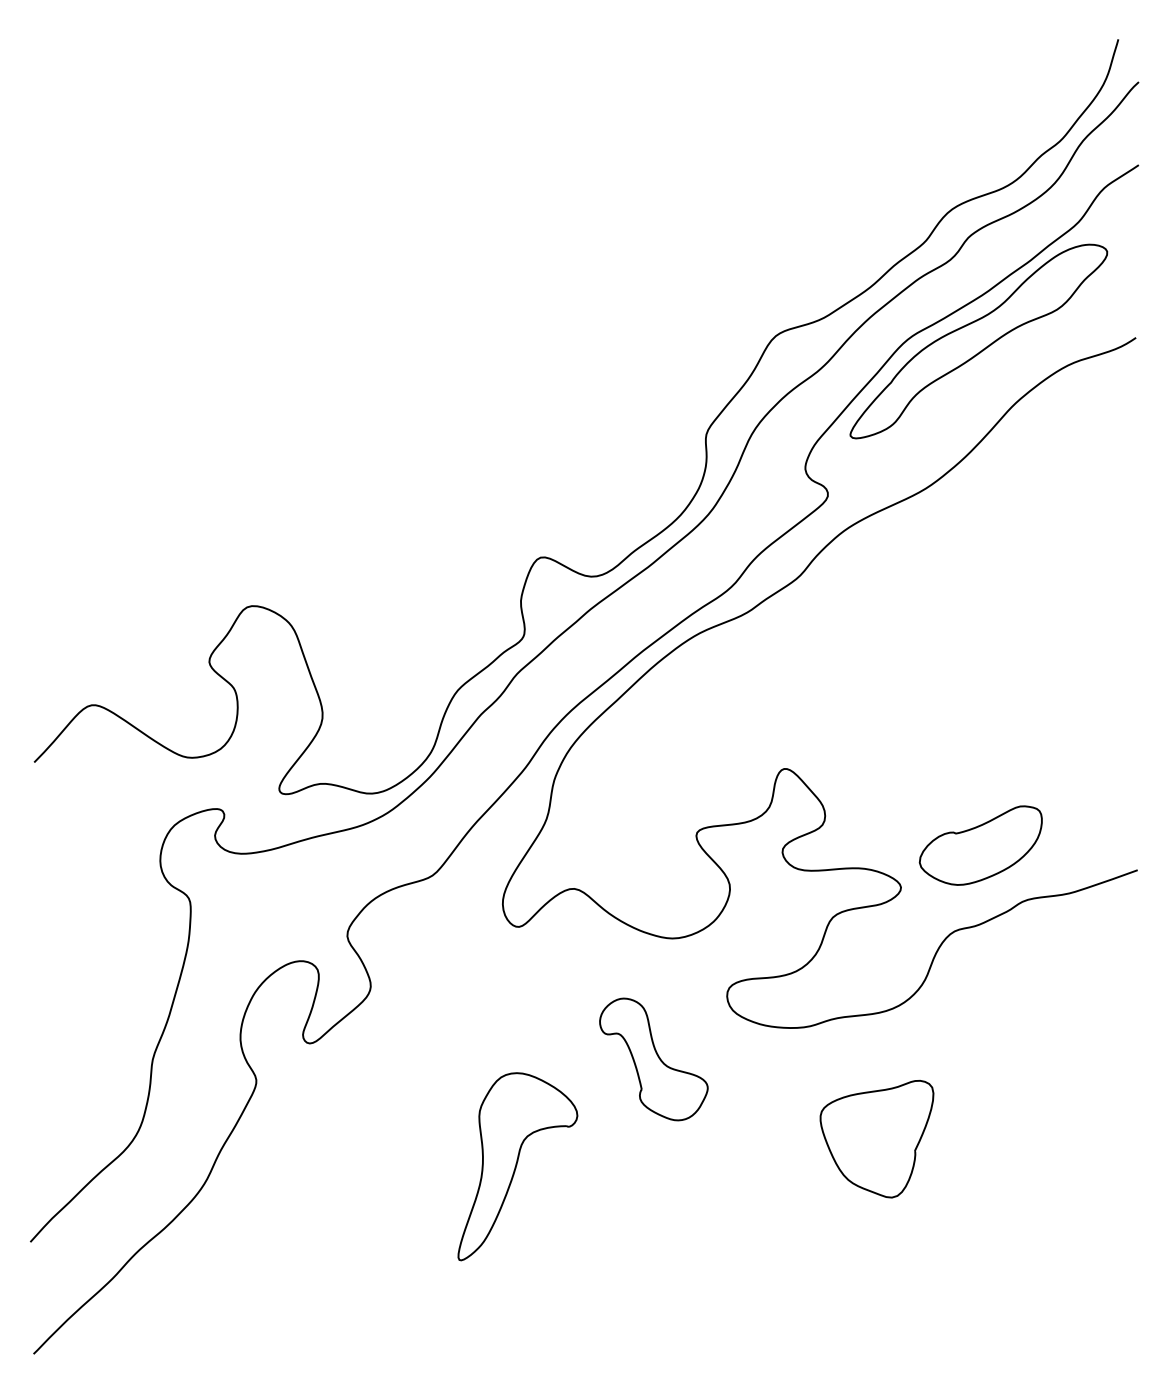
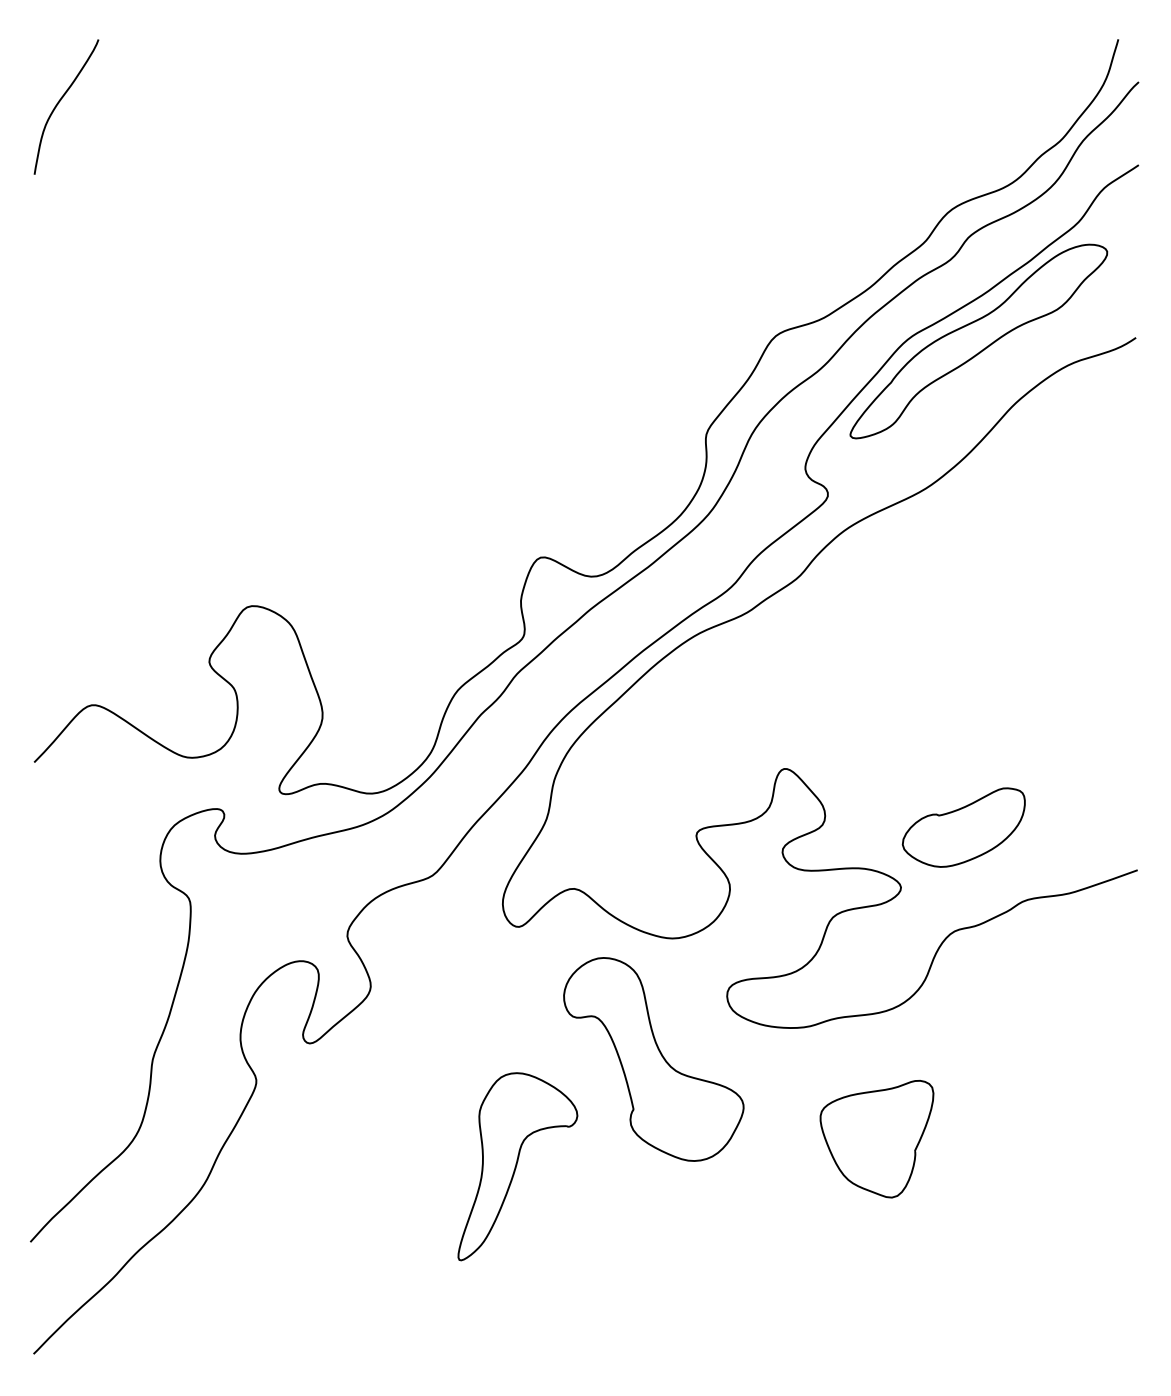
curve at (61, 100): none -> present
part at (980, 845) position: (980, 845) -> (963, 827)
part at (653, 1059) size: 110x125 px -> 182x205 px
